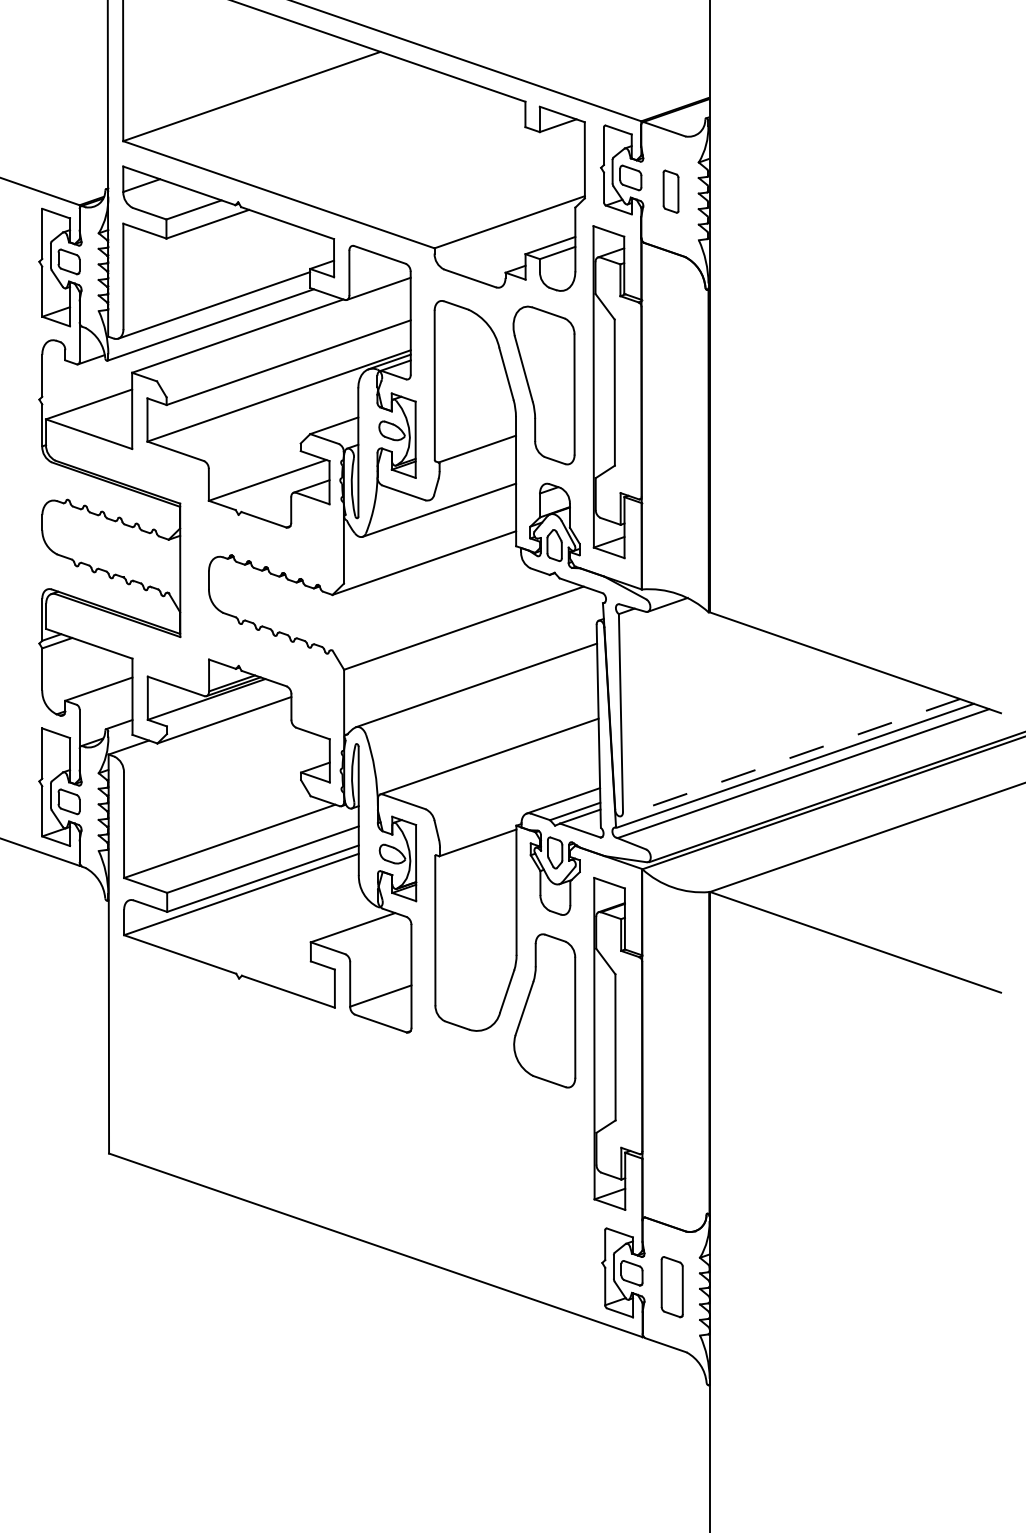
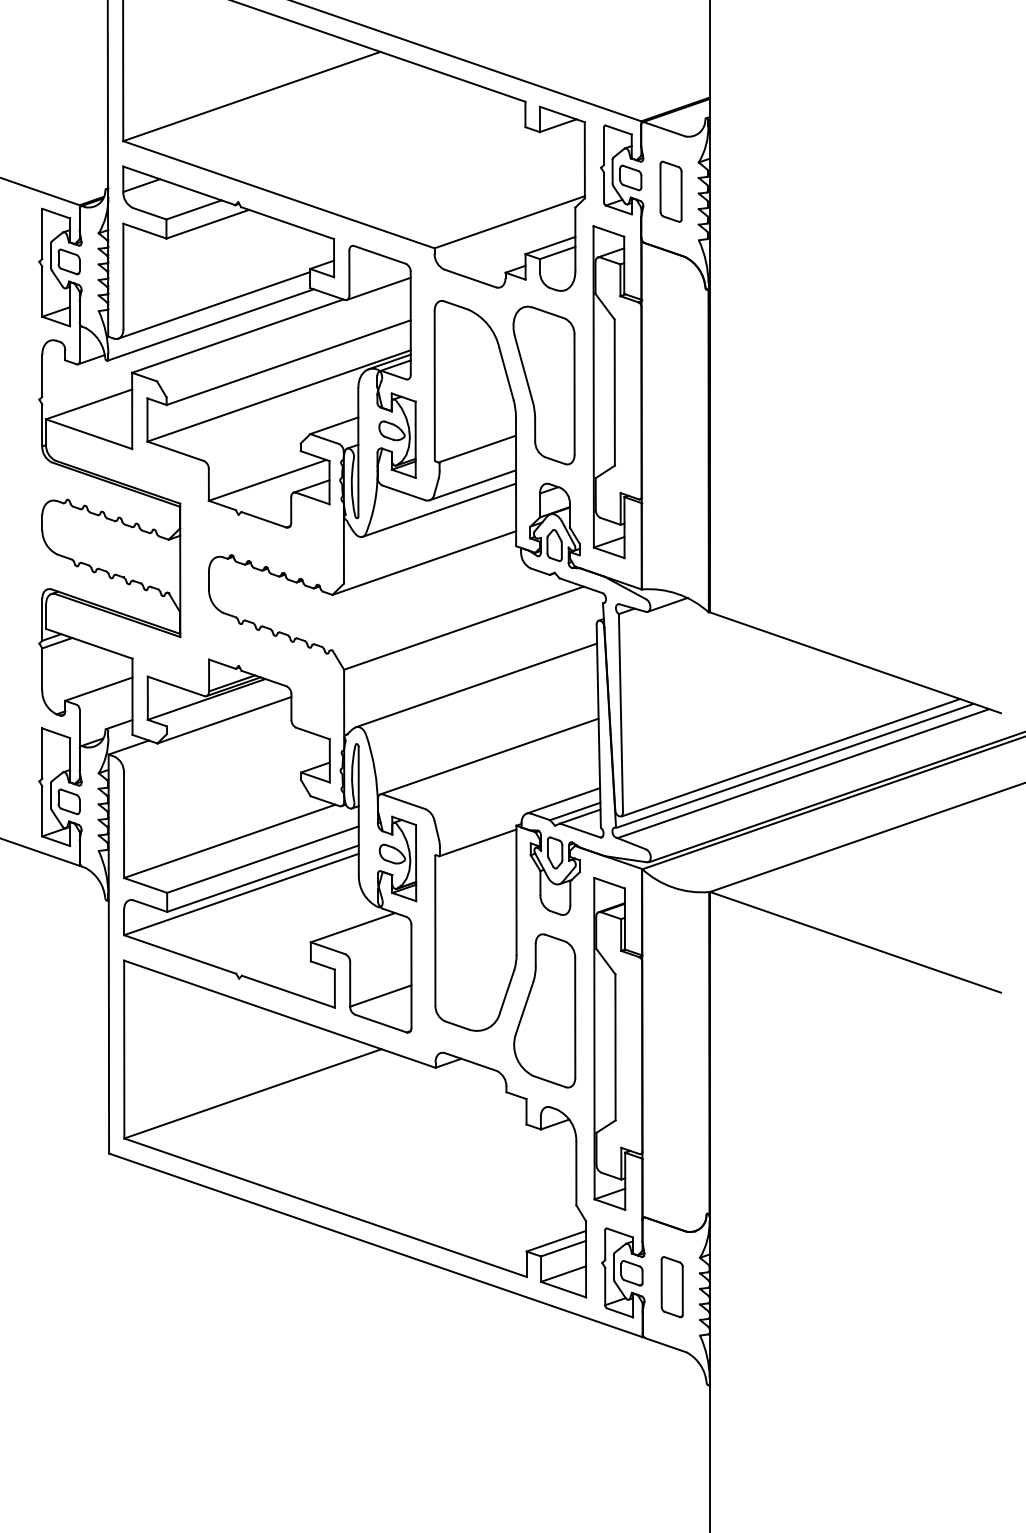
part at (670, 191) size: 18x45 px -> 24x63 px
line at (472, 485): none -> present
line at (791, 757): dashed -> solid
part at (355, 1128): none -> present
